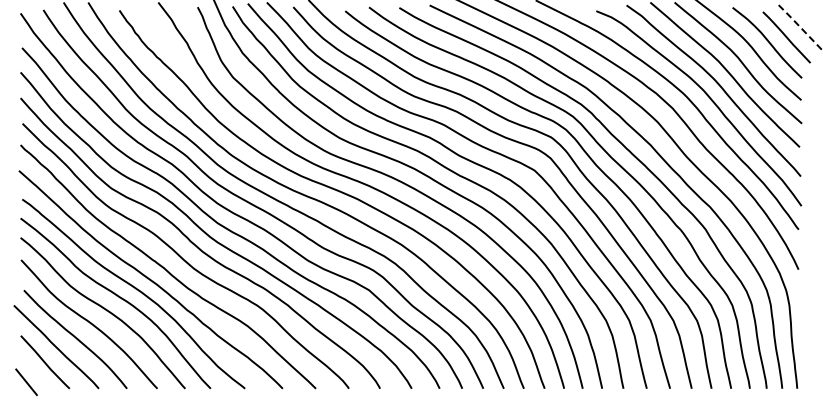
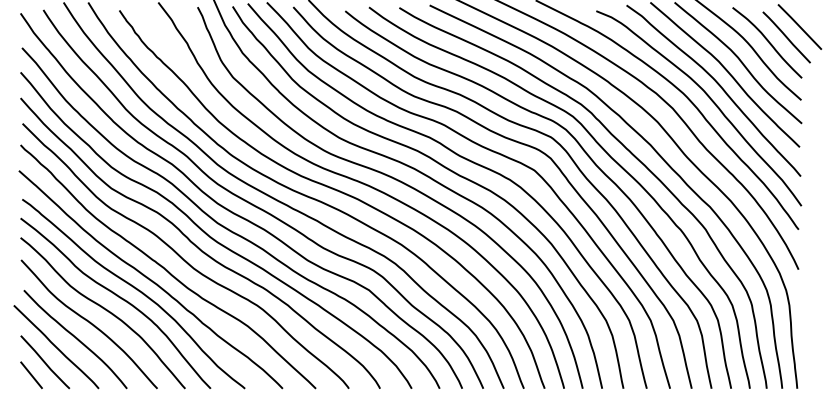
line at (799, 26): dashed -> solid
line at (26, 382) position: (26, 382) -> (31, 375)
